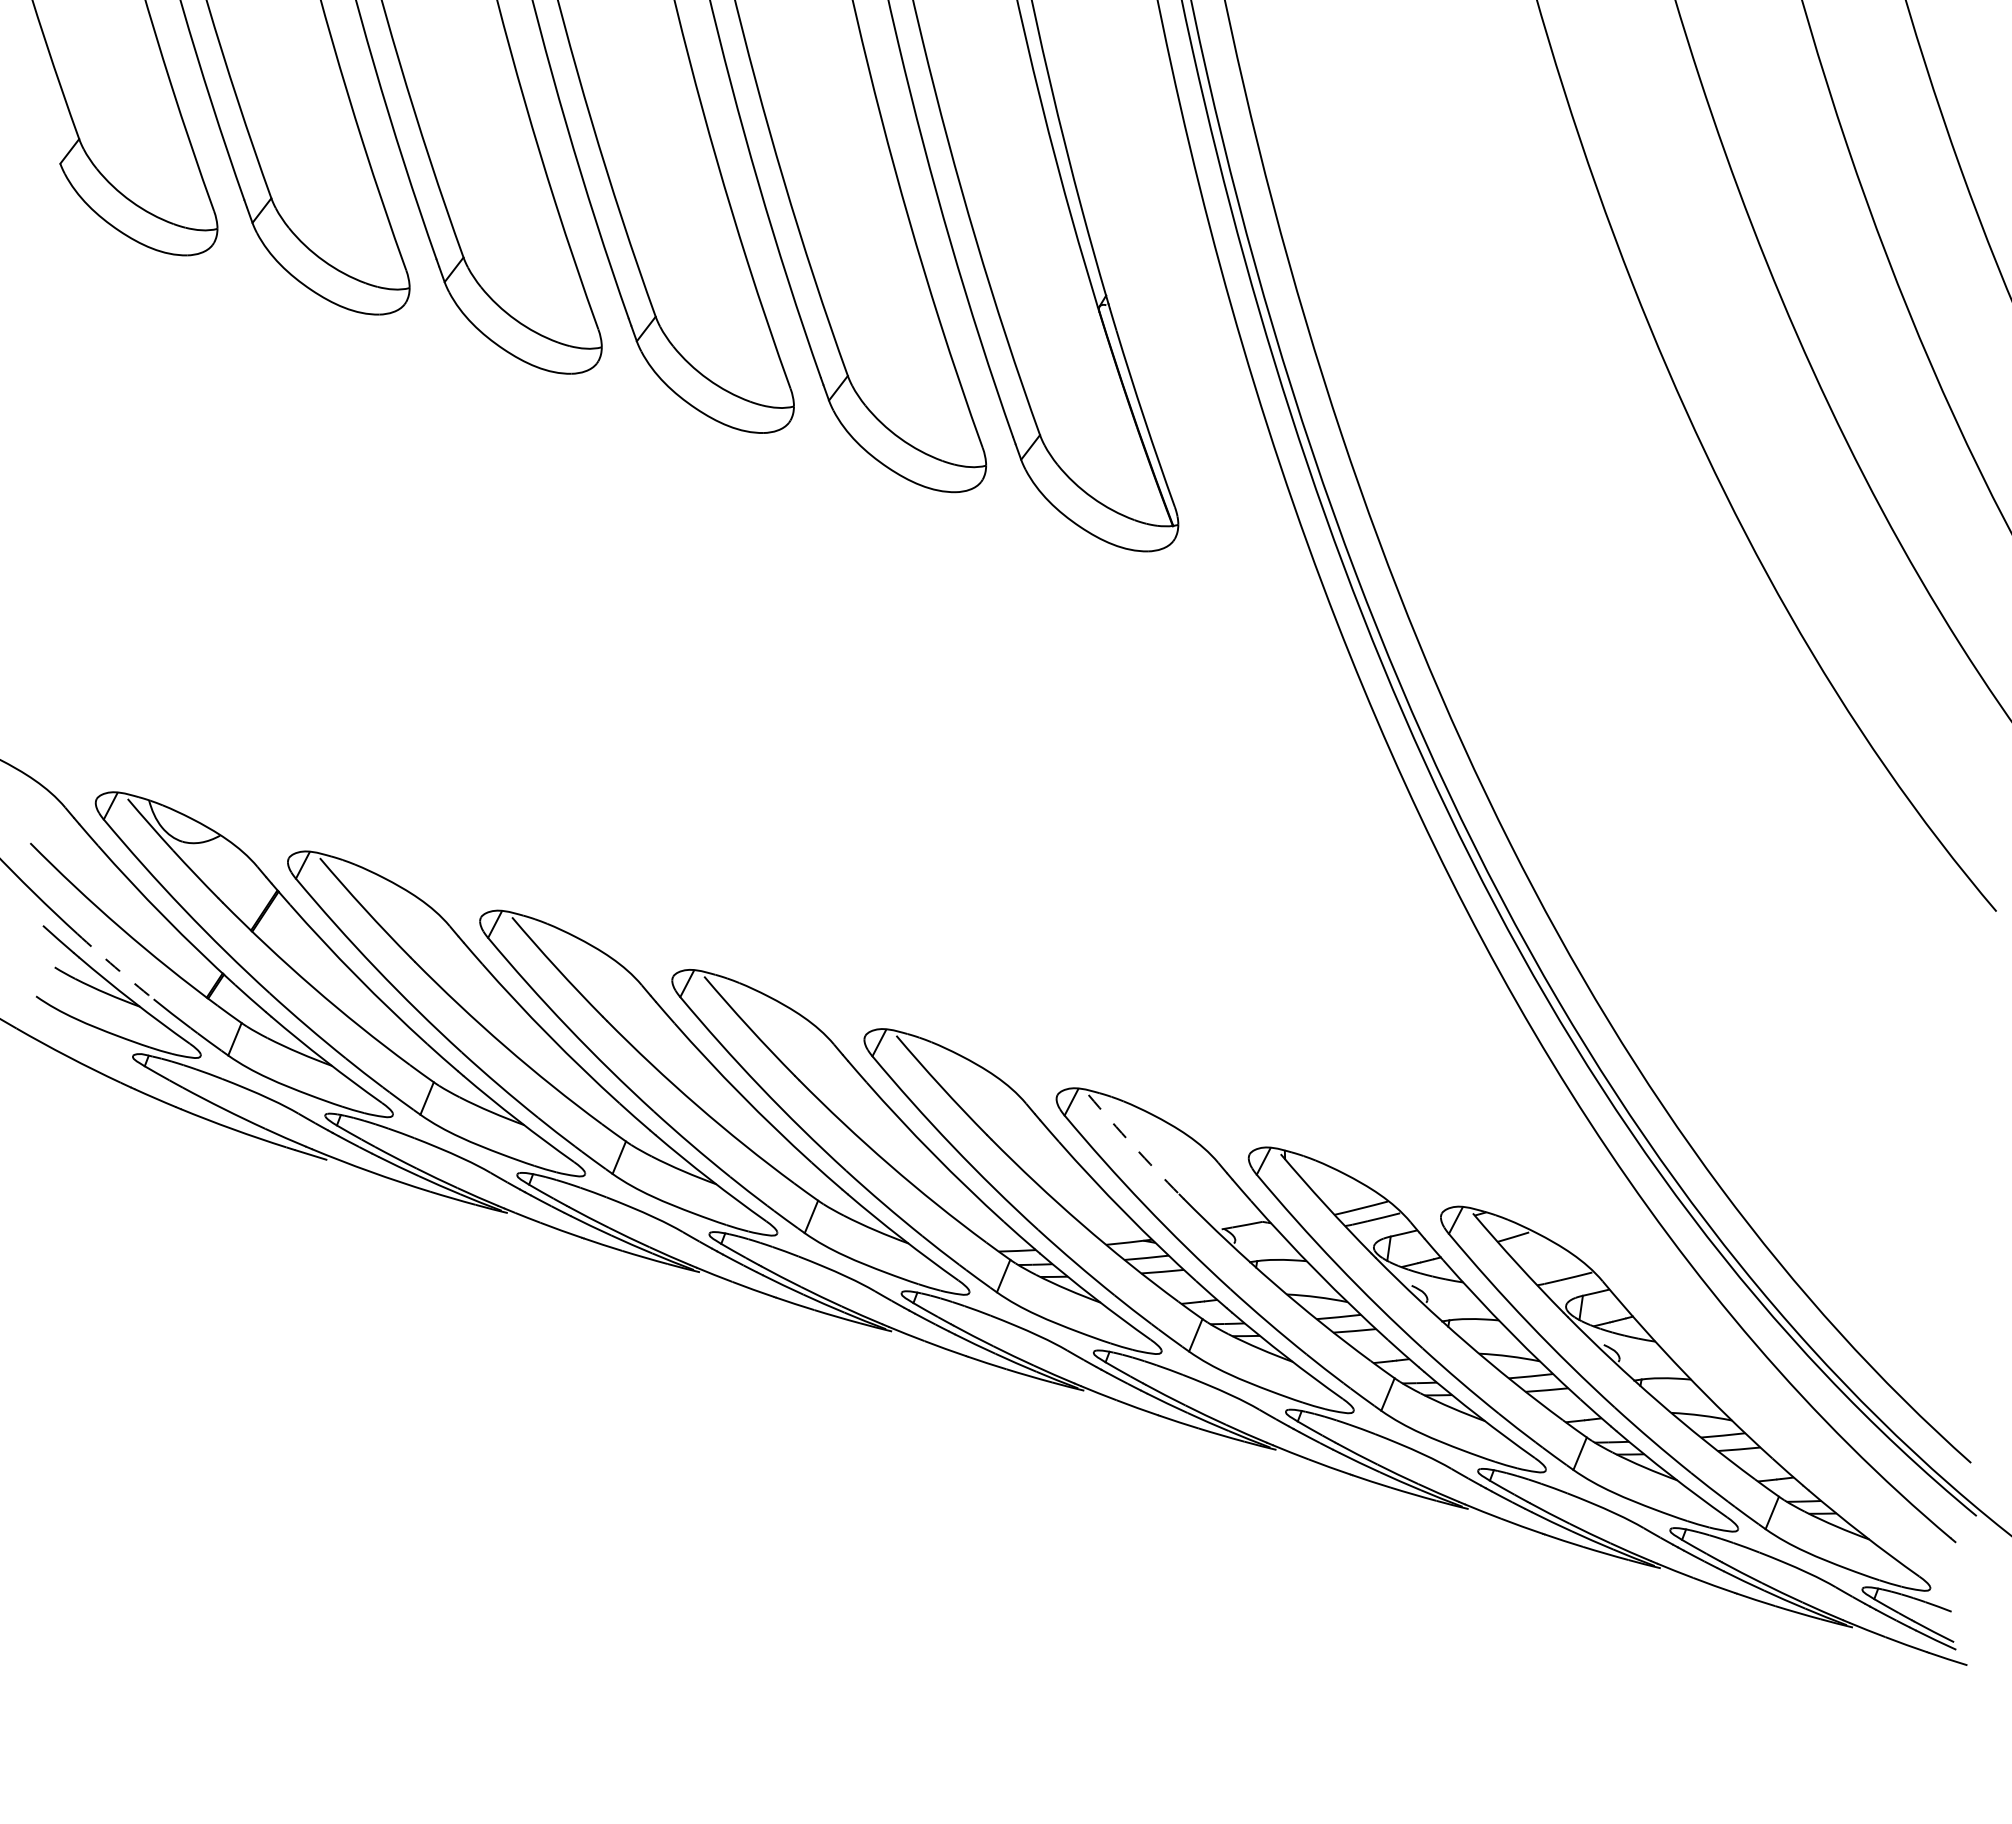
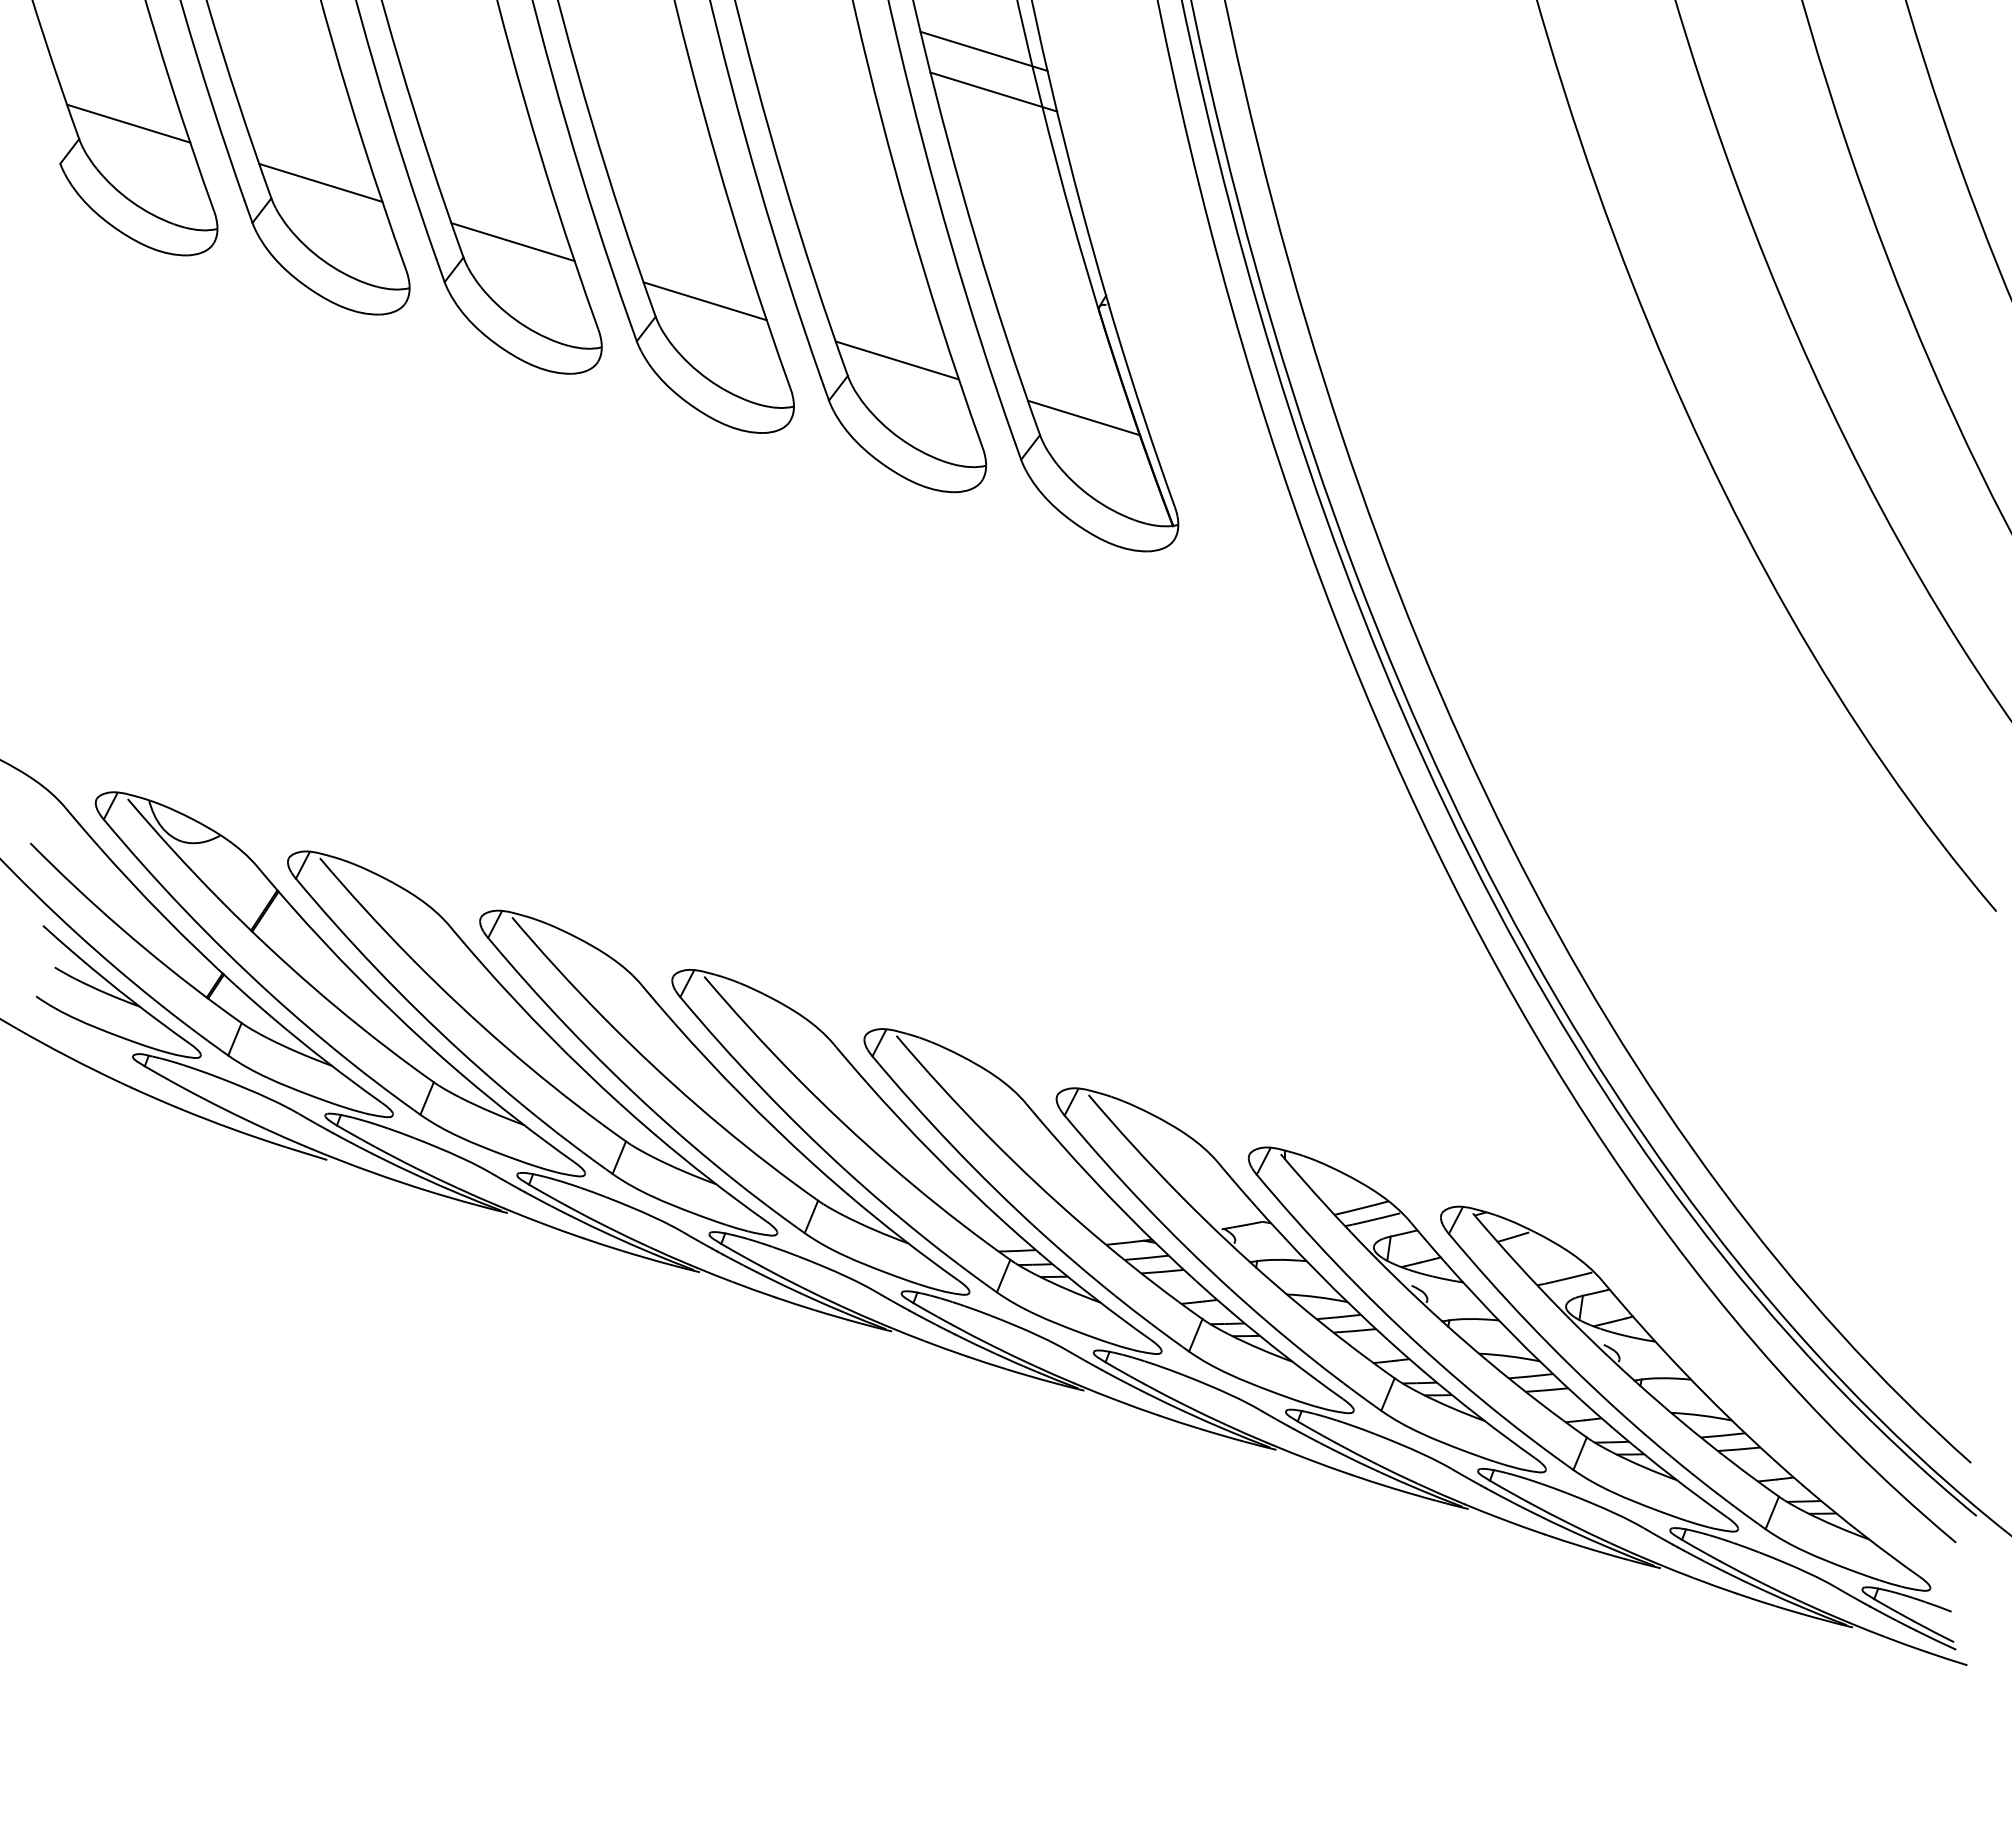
line at (983, 50): none -> present
line at (993, 91): none -> present
line at (128, 123): none -> present
line at (320, 182): none -> present
line at (512, 242): none -> present
line at (704, 301): none -> present
line at (896, 360): none -> present
line at (1084, 417): none -> present
arc at (115, 967): dashed -> solid
arc at (1133, 1145): dashed -> solid
